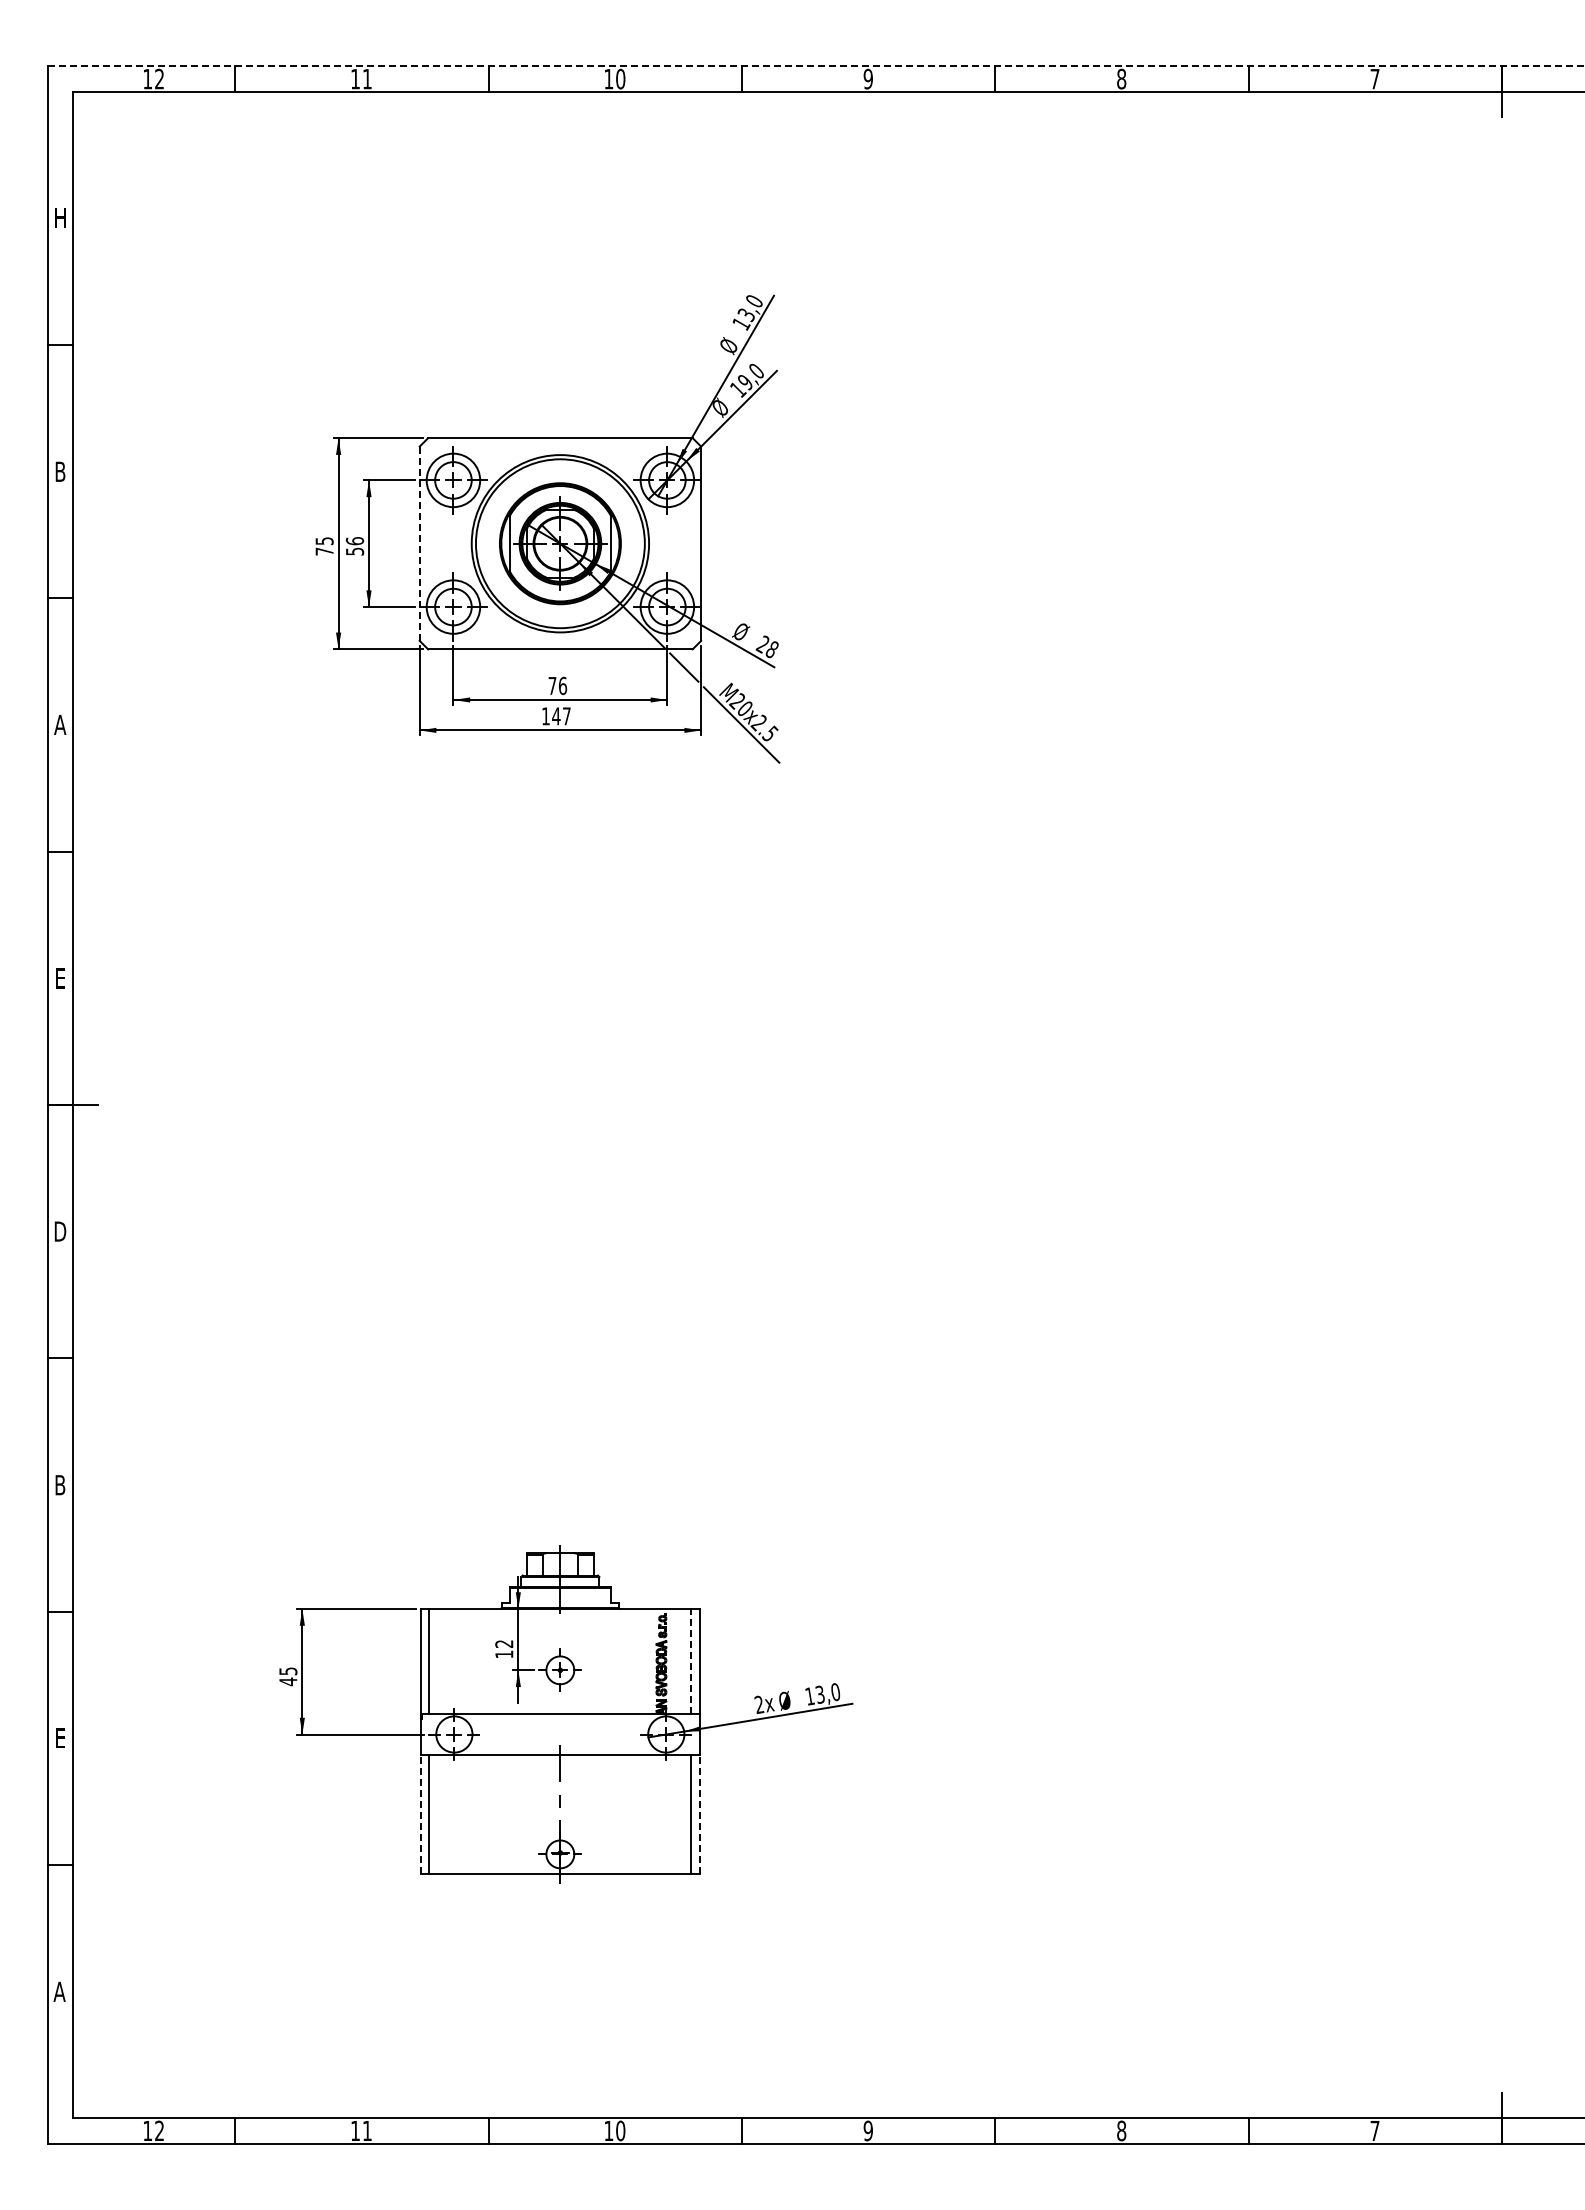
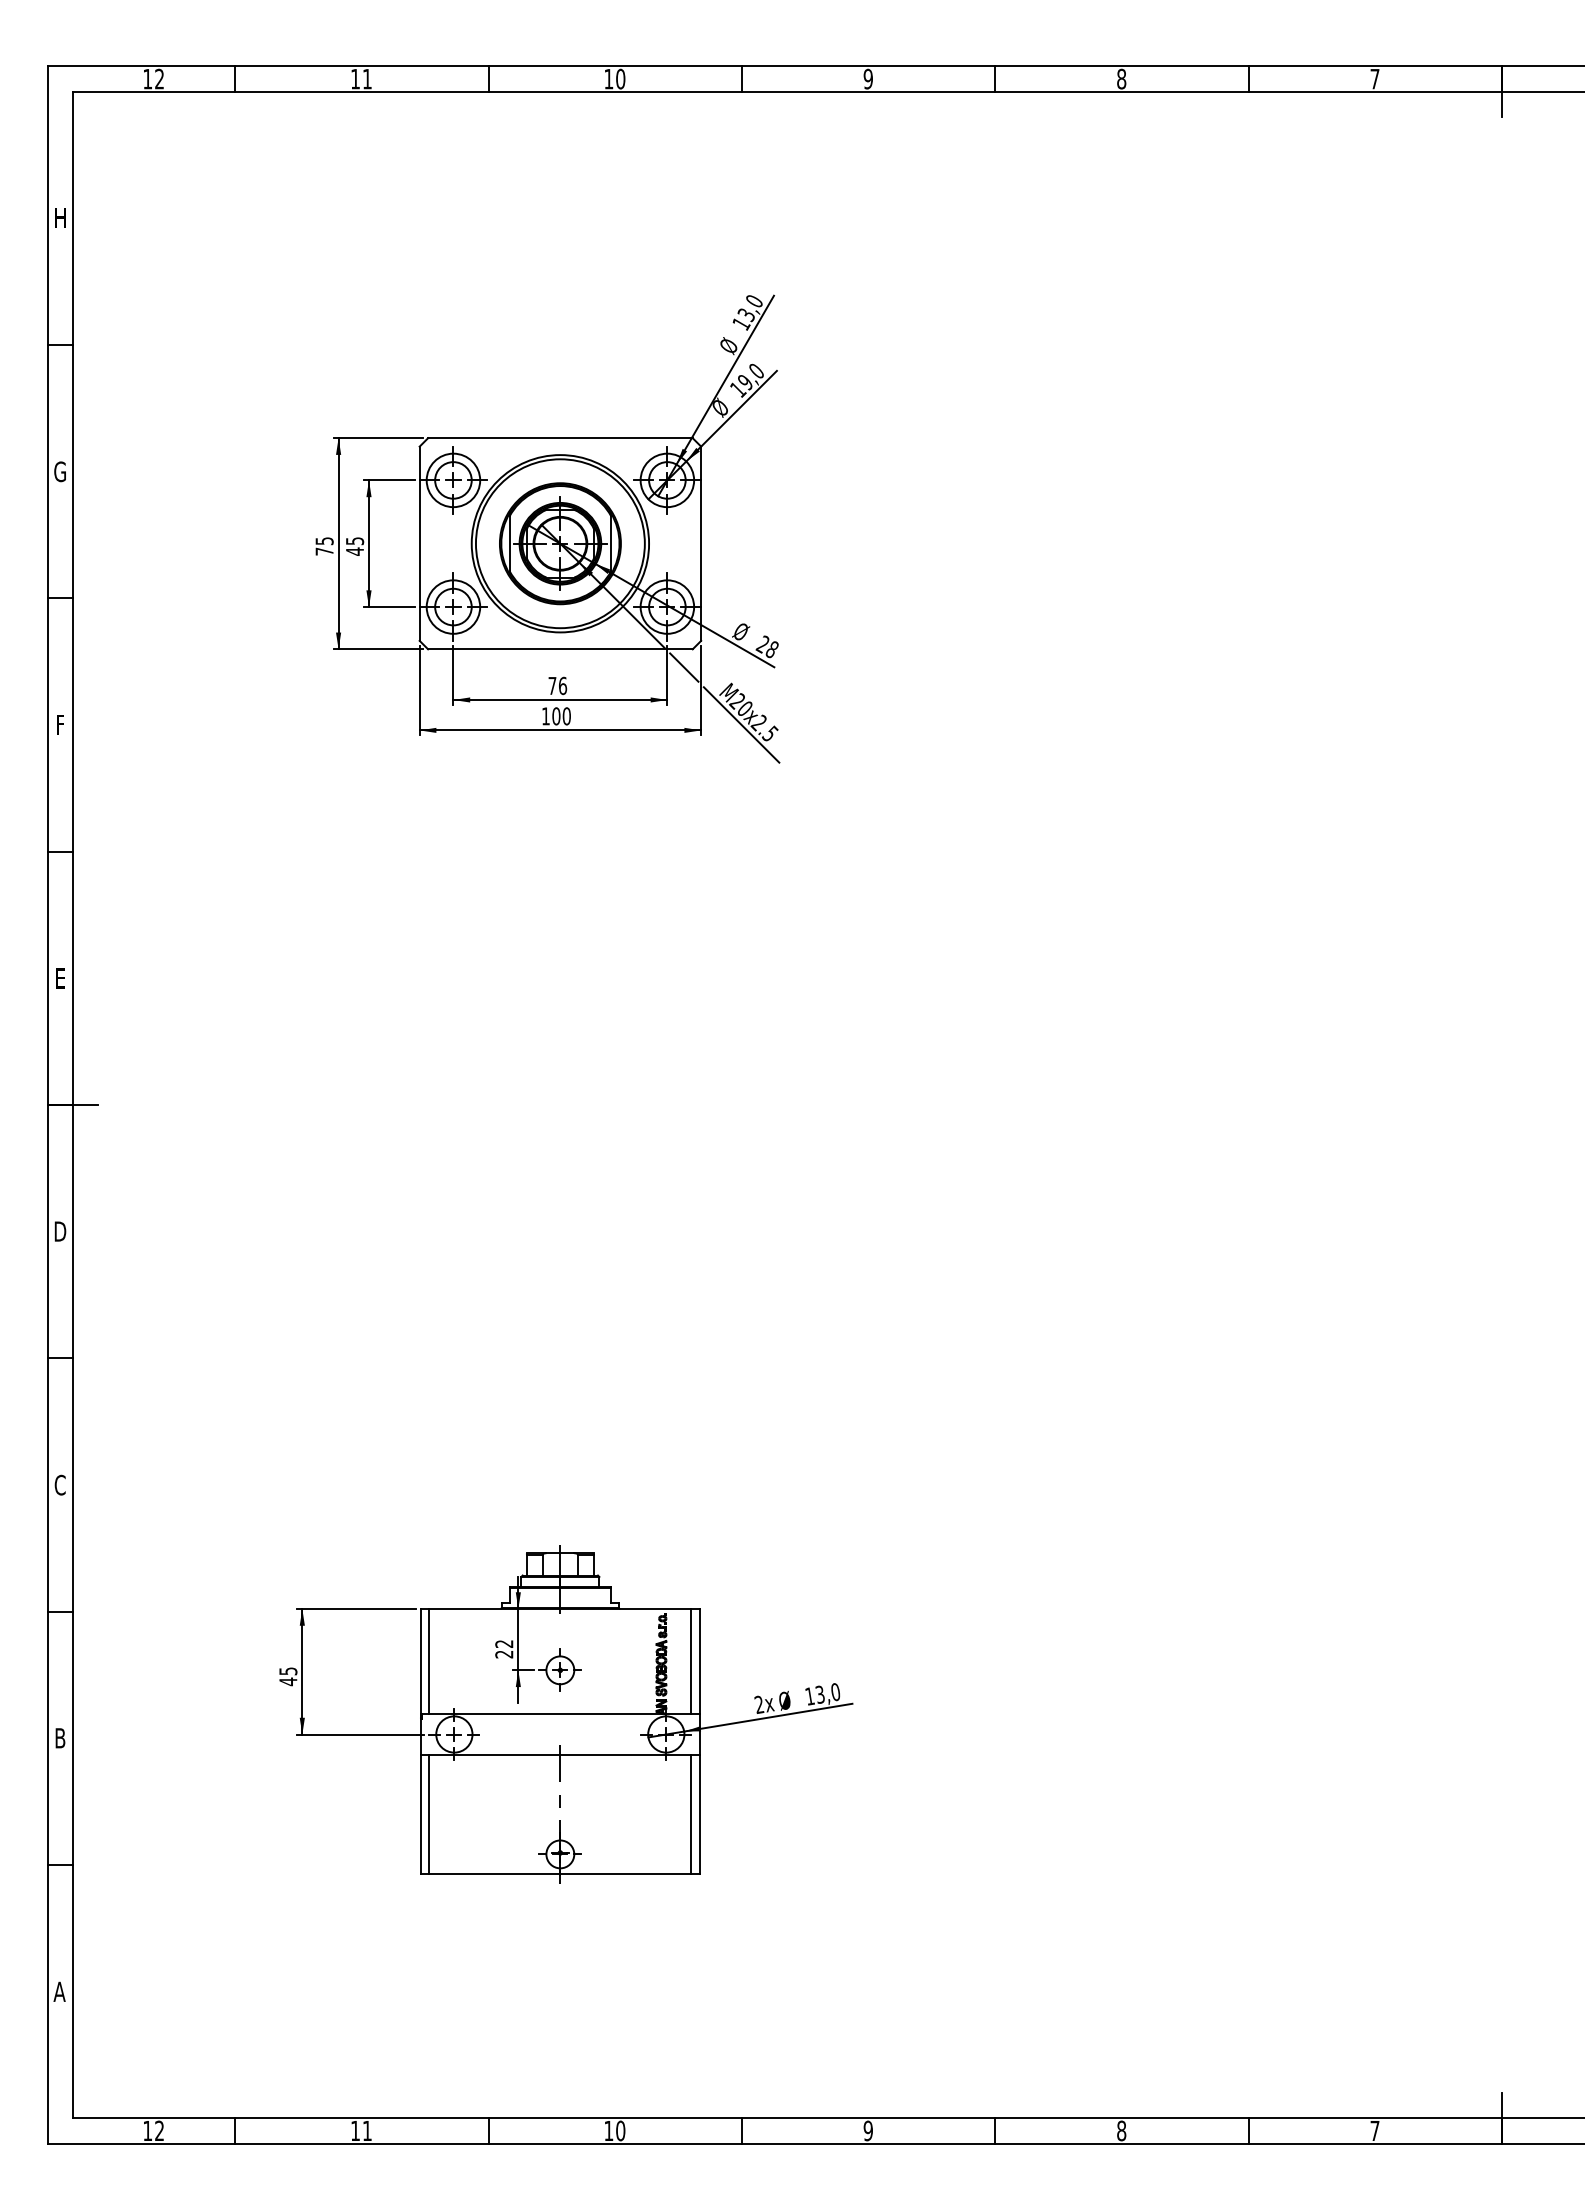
line at (816, 66): dashed -> solid
text at (59, 471): B -> G
line at (419, 544): dashed -> solid
text at (354, 546): 56 -> 45
text at (561, 716): 147 -> 100
text at (60, 724): A -> F
text at (59, 1484): B -> C
text at (504, 1654): 12 -> 22
line at (691, 1660): dashed -> solid
text at (60, 1738): E -> B
line at (420, 1814): dashed -> solid
line at (699, 1814): dashed -> solid
